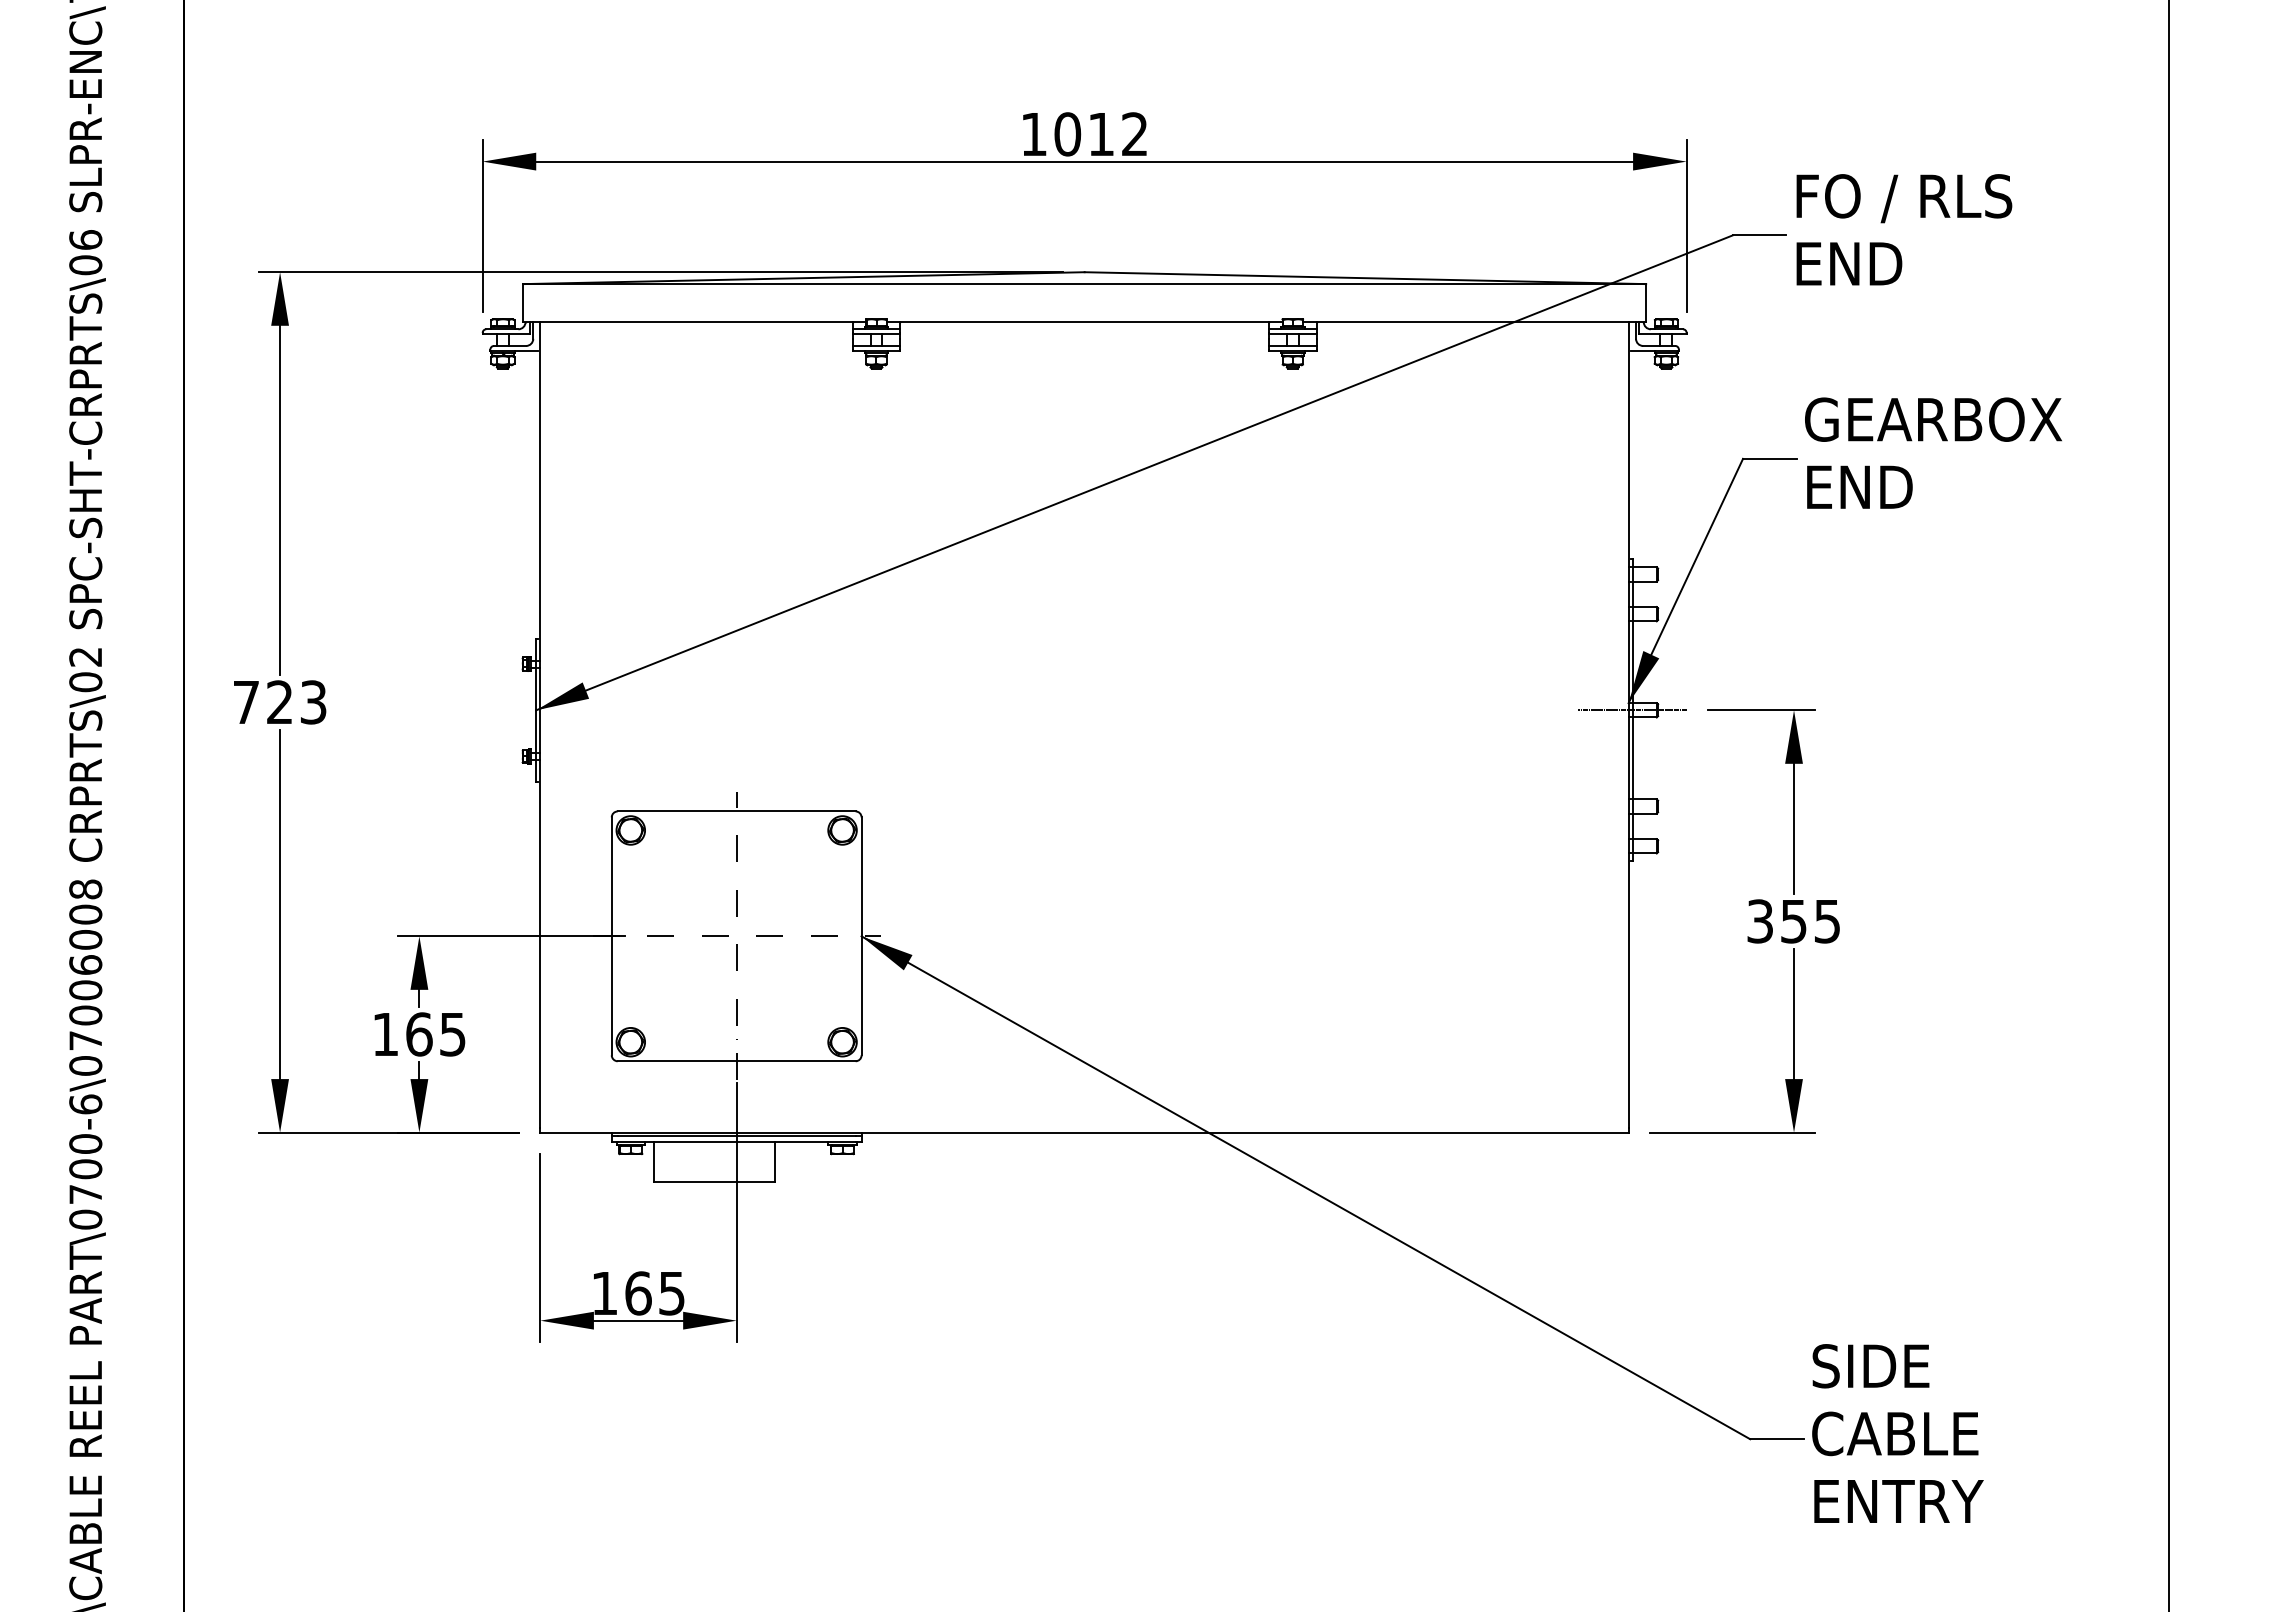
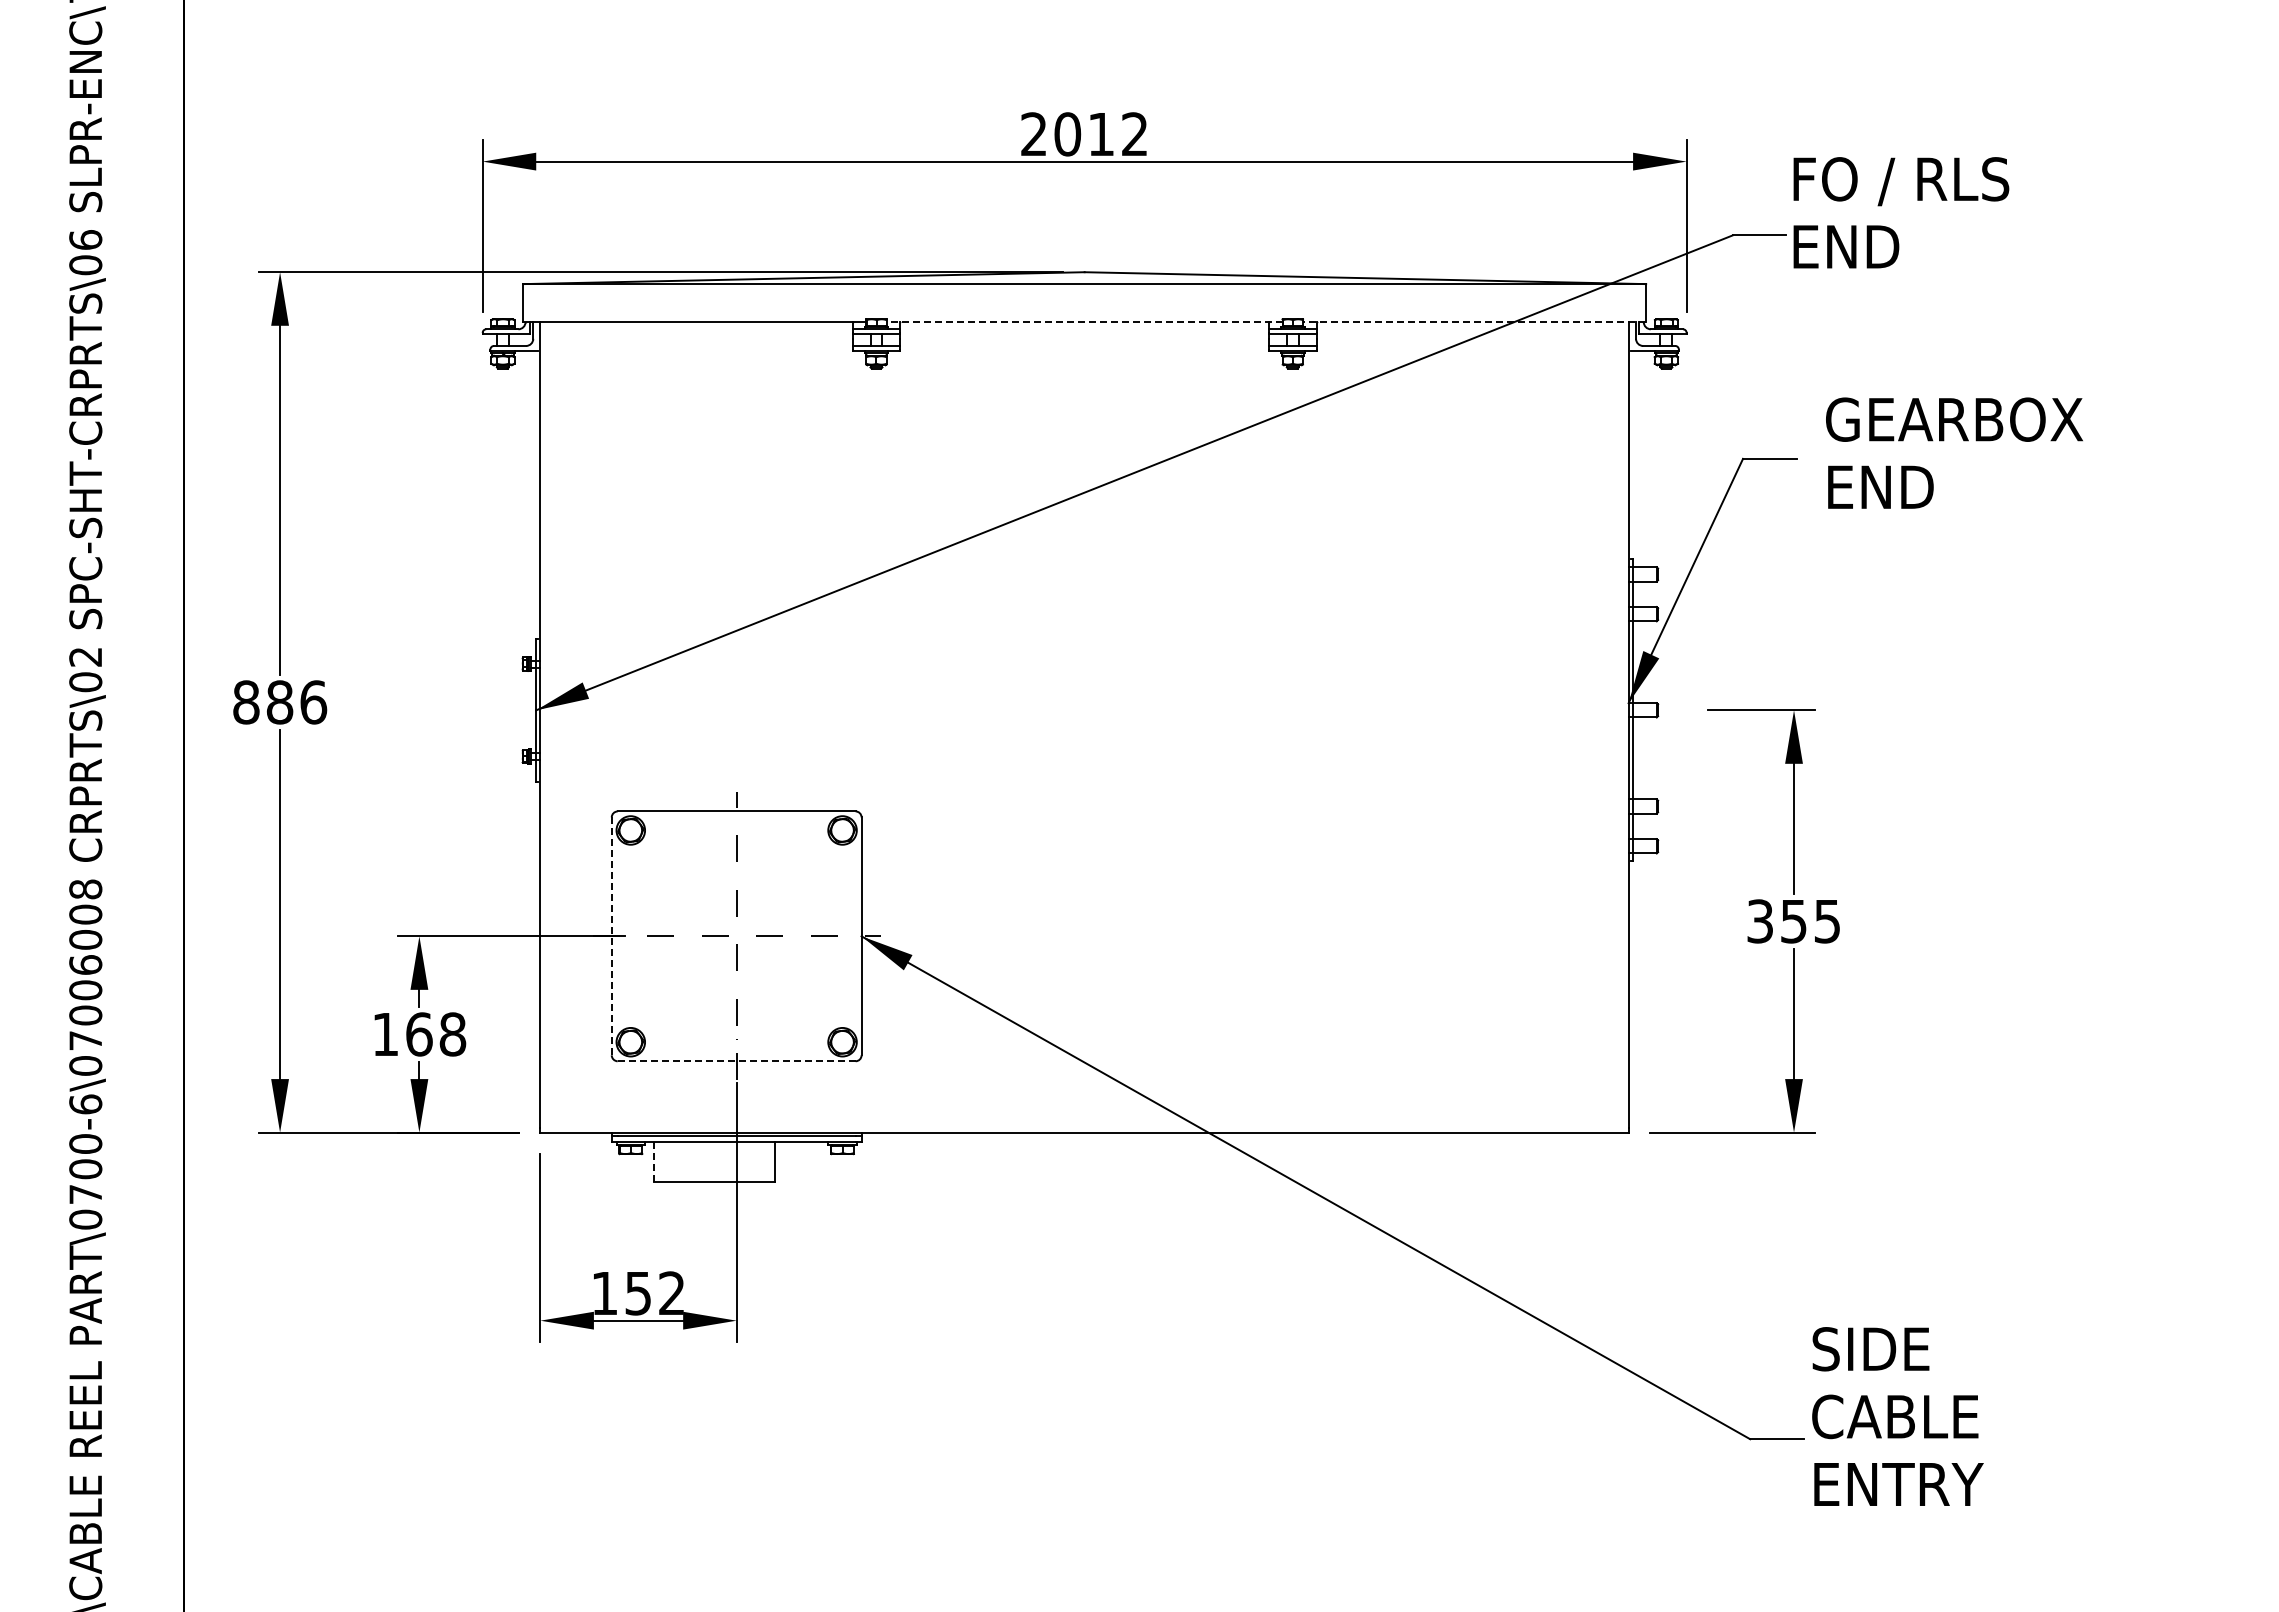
text at (1033, 133): 1012 -> 2012
text at (1904, 229) position: (1904, 229) -> (1901, 212)
line at (1084, 322): solid -> dashed
line at (1474, 322): solid -> dashed
text at (1933, 452) position: (1933, 452) -> (1954, 452)
text at (280, 702): 723 -> 886
line at (1631, 710): present -> none
line at (2169, 805): present -> none
line at (611, 936): solid -> dashed
text at (452, 1034): 165 -> 168
line at (736, 1061): solid -> dashed
line at (653, 1161): solid -> dashed
text at (654, 1293): 165 -> 152
text at (1897, 1433) position: (1897, 1433) -> (1897, 1416)
